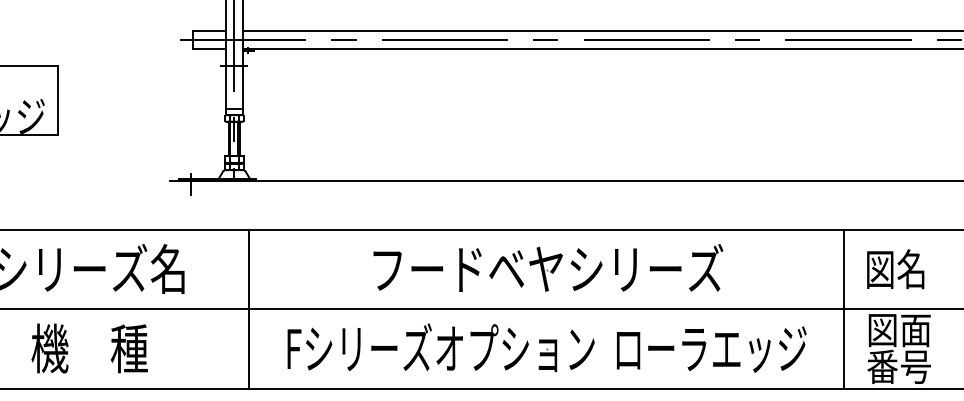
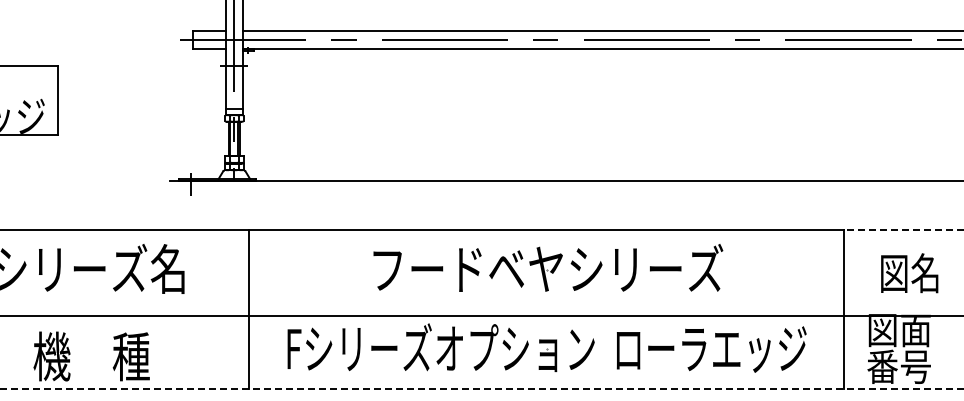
line at (903, 230): solid -> dashed
text at (895, 269) position: (895, 269) -> (909, 273)
line at (481, 309) position: (481, 309) -> (481, 316)
text at (89, 348) position: (89, 348) -> (91, 356)
line at (482, 388): solid -> dashed
